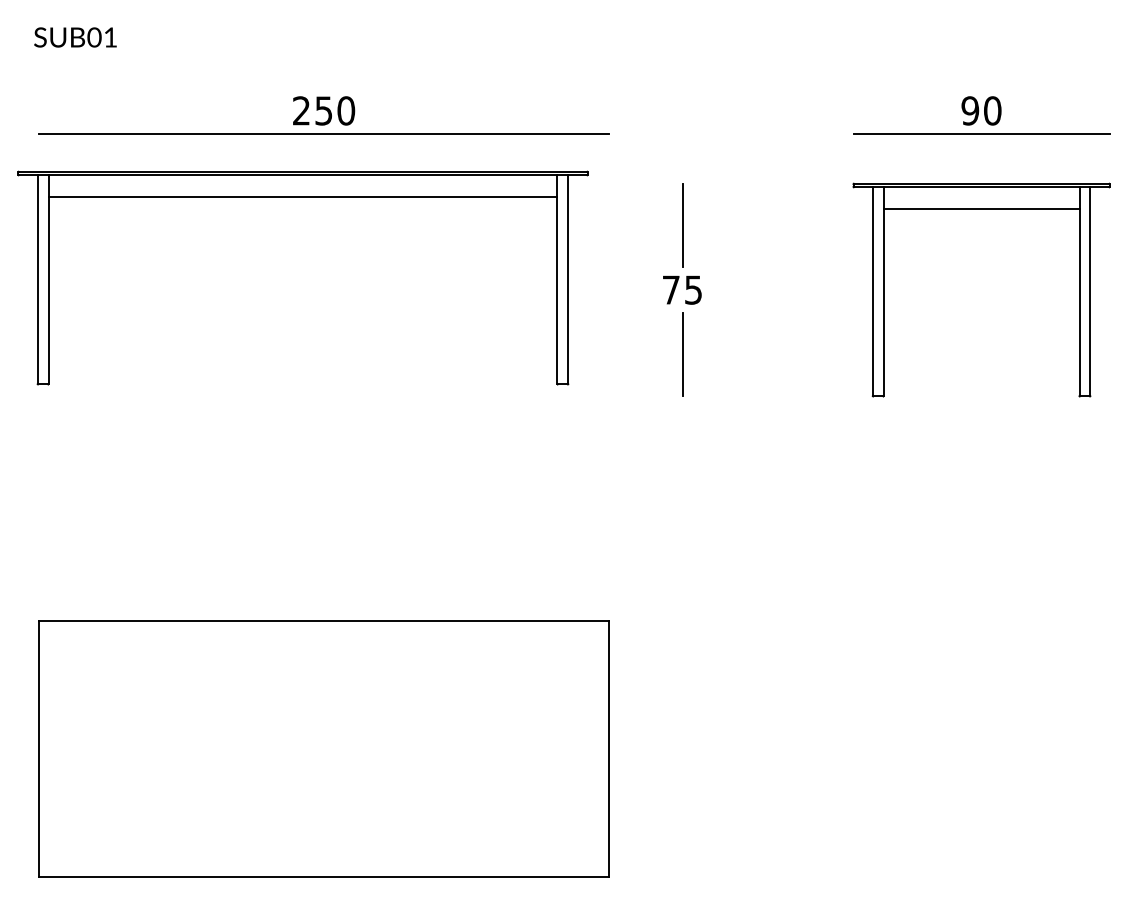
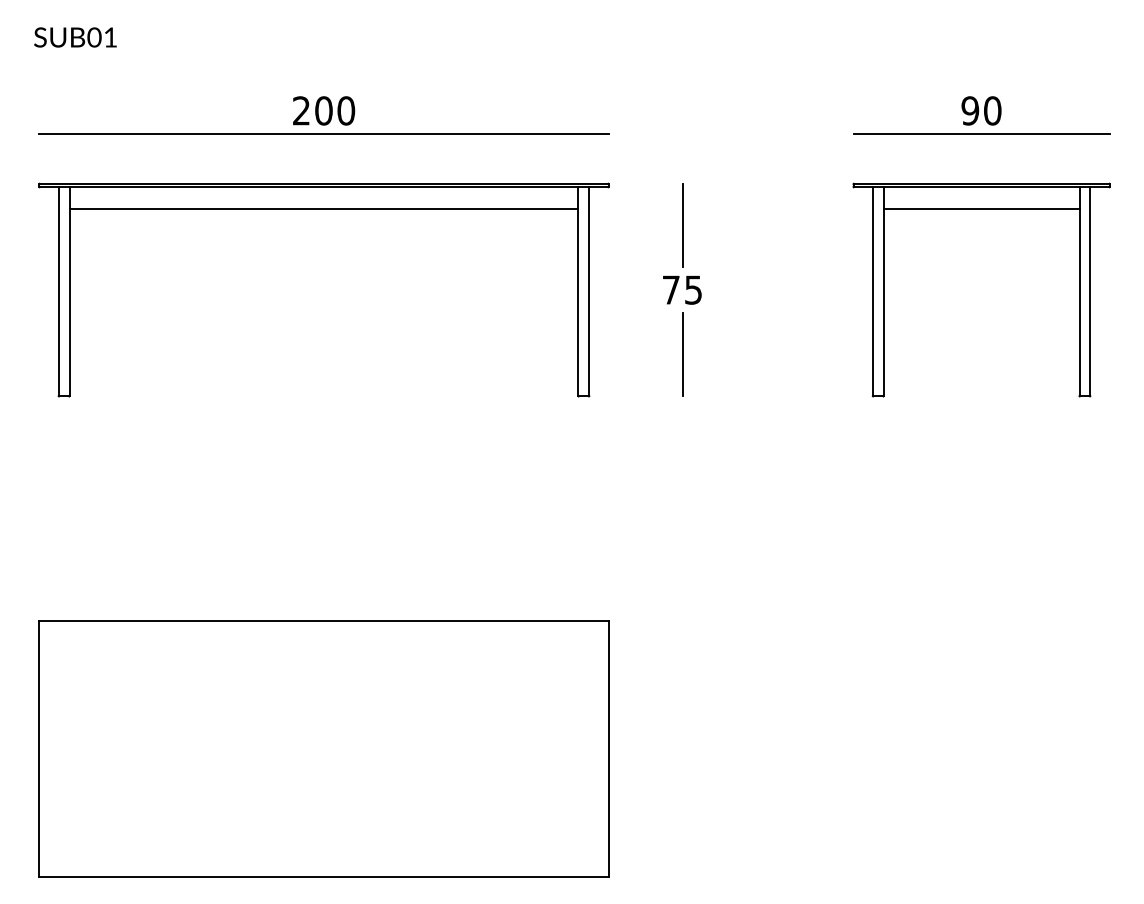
text at (323, 110): 250 -> 200
part at (302, 197) position: (302, 197) -> (323, 209)
